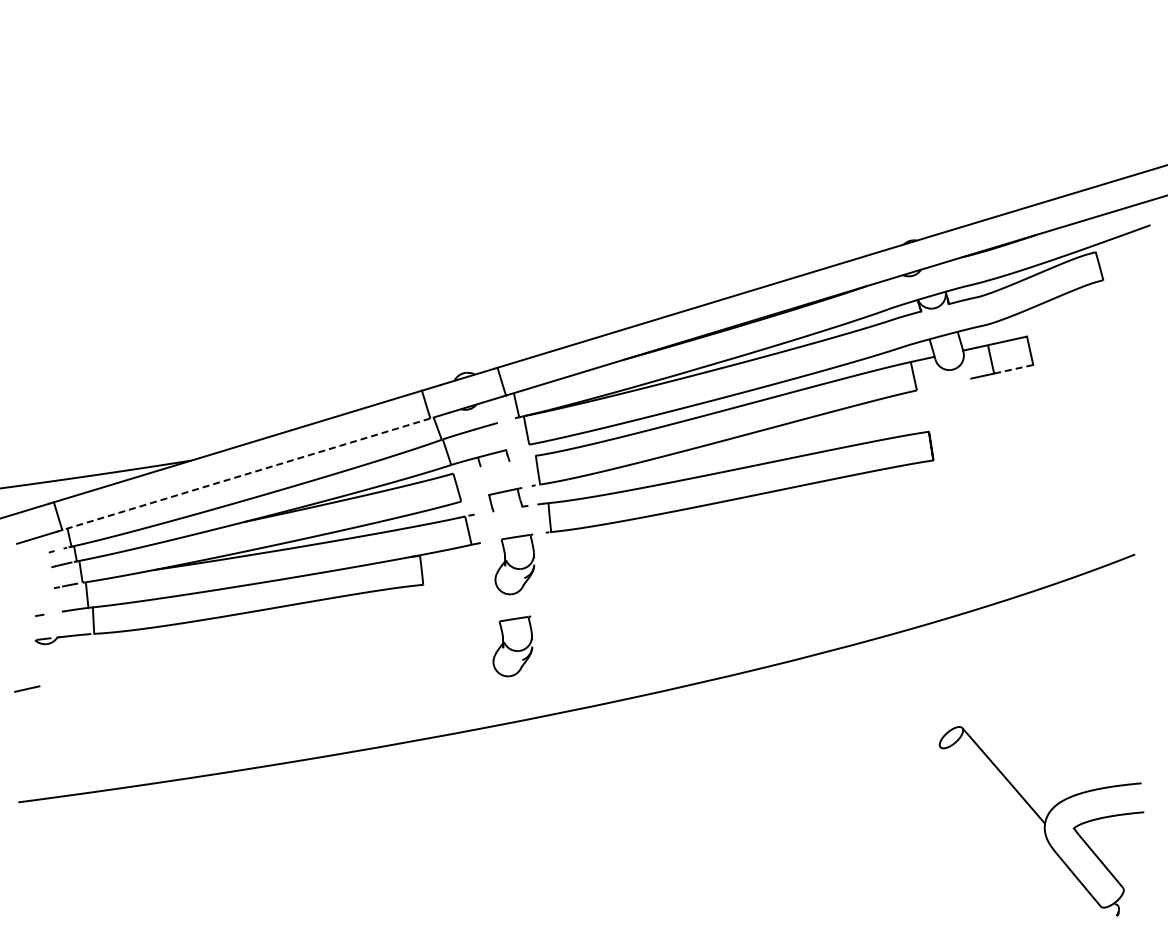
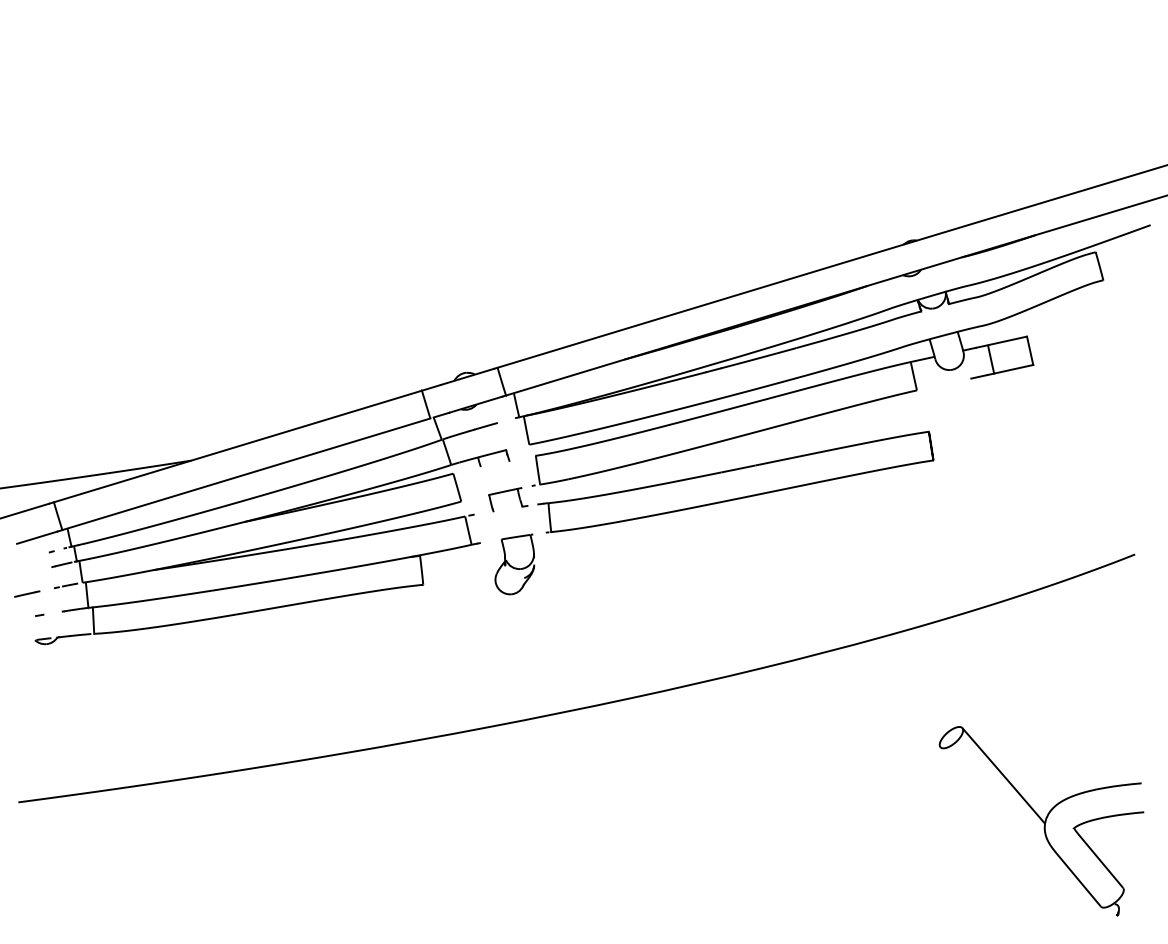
line at (1013, 369): dashed -> solid
line at (245, 474): dashed -> solid
part at (512, 646): present -> none
line at (27, 688) position: (27, 688) -> (27, 593)
